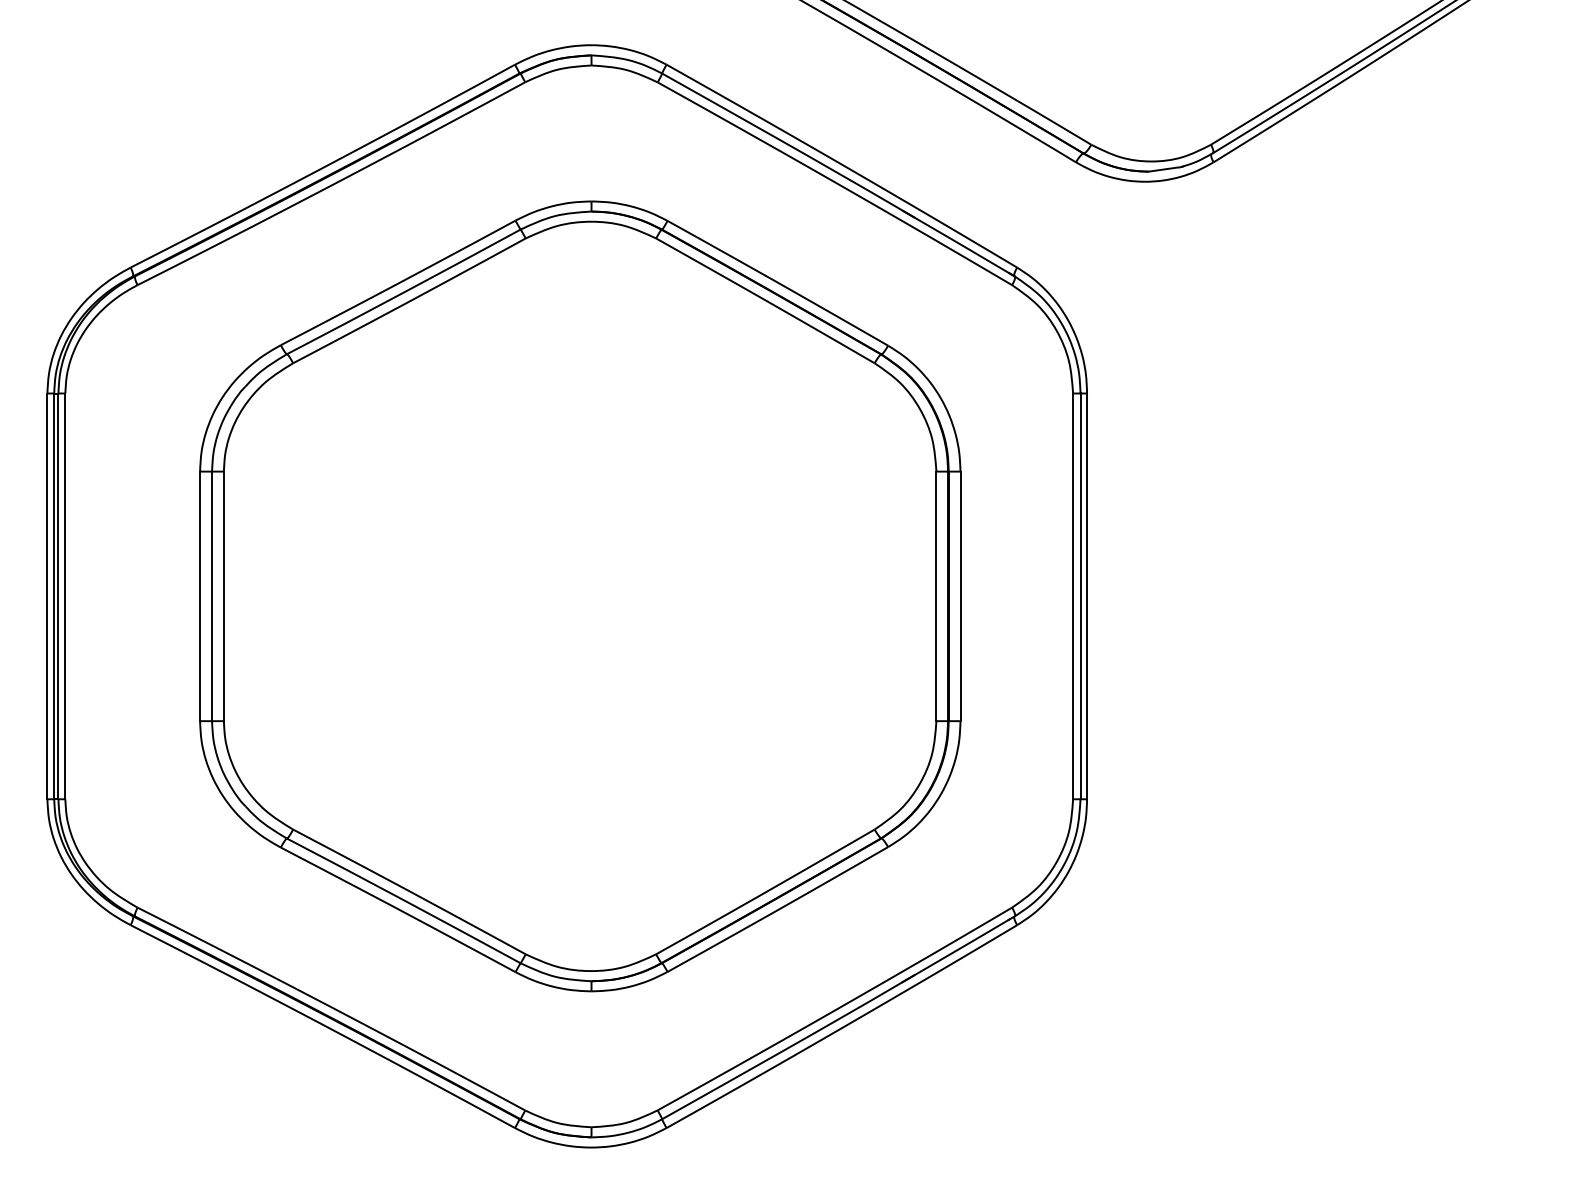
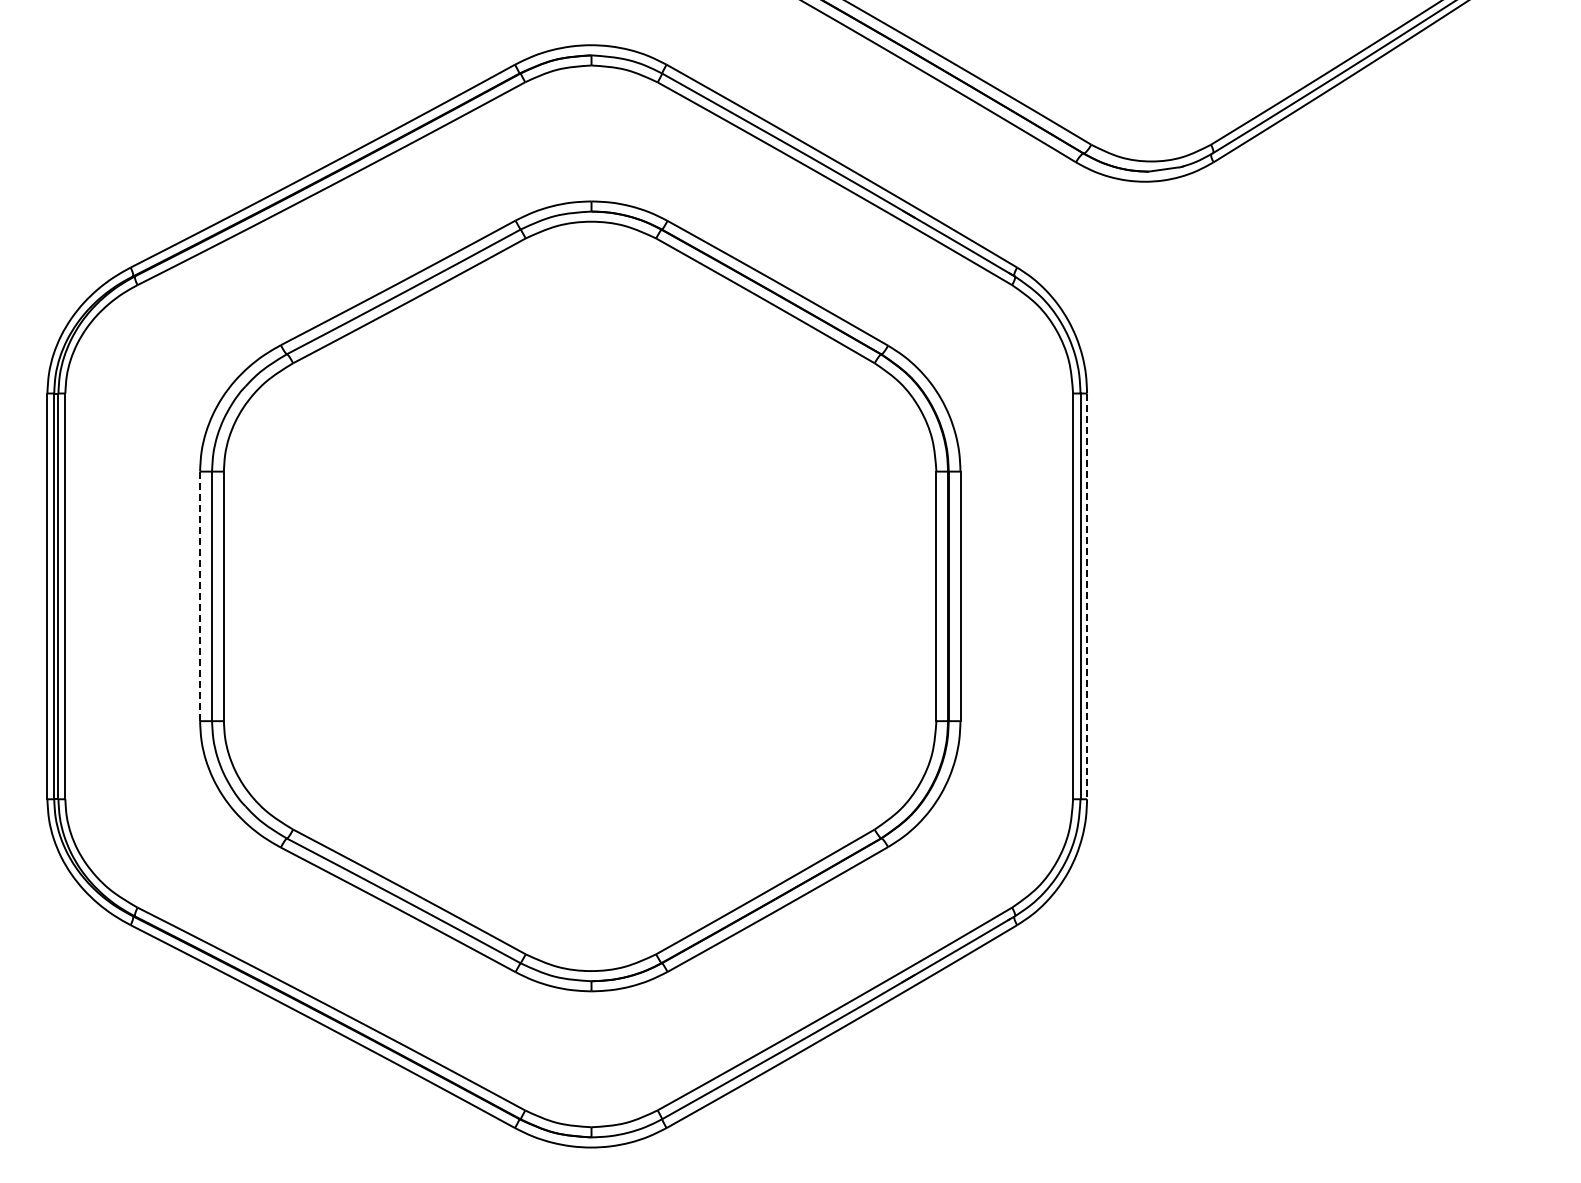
line at (200, 596): solid -> dashed
line at (1087, 596): solid -> dashed
